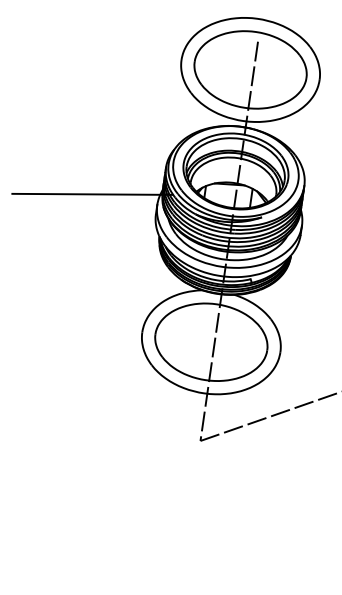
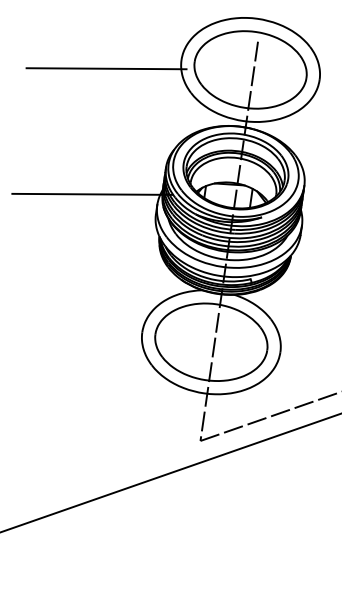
line at (106, 68): none -> present
line at (170, 472): none -> present
